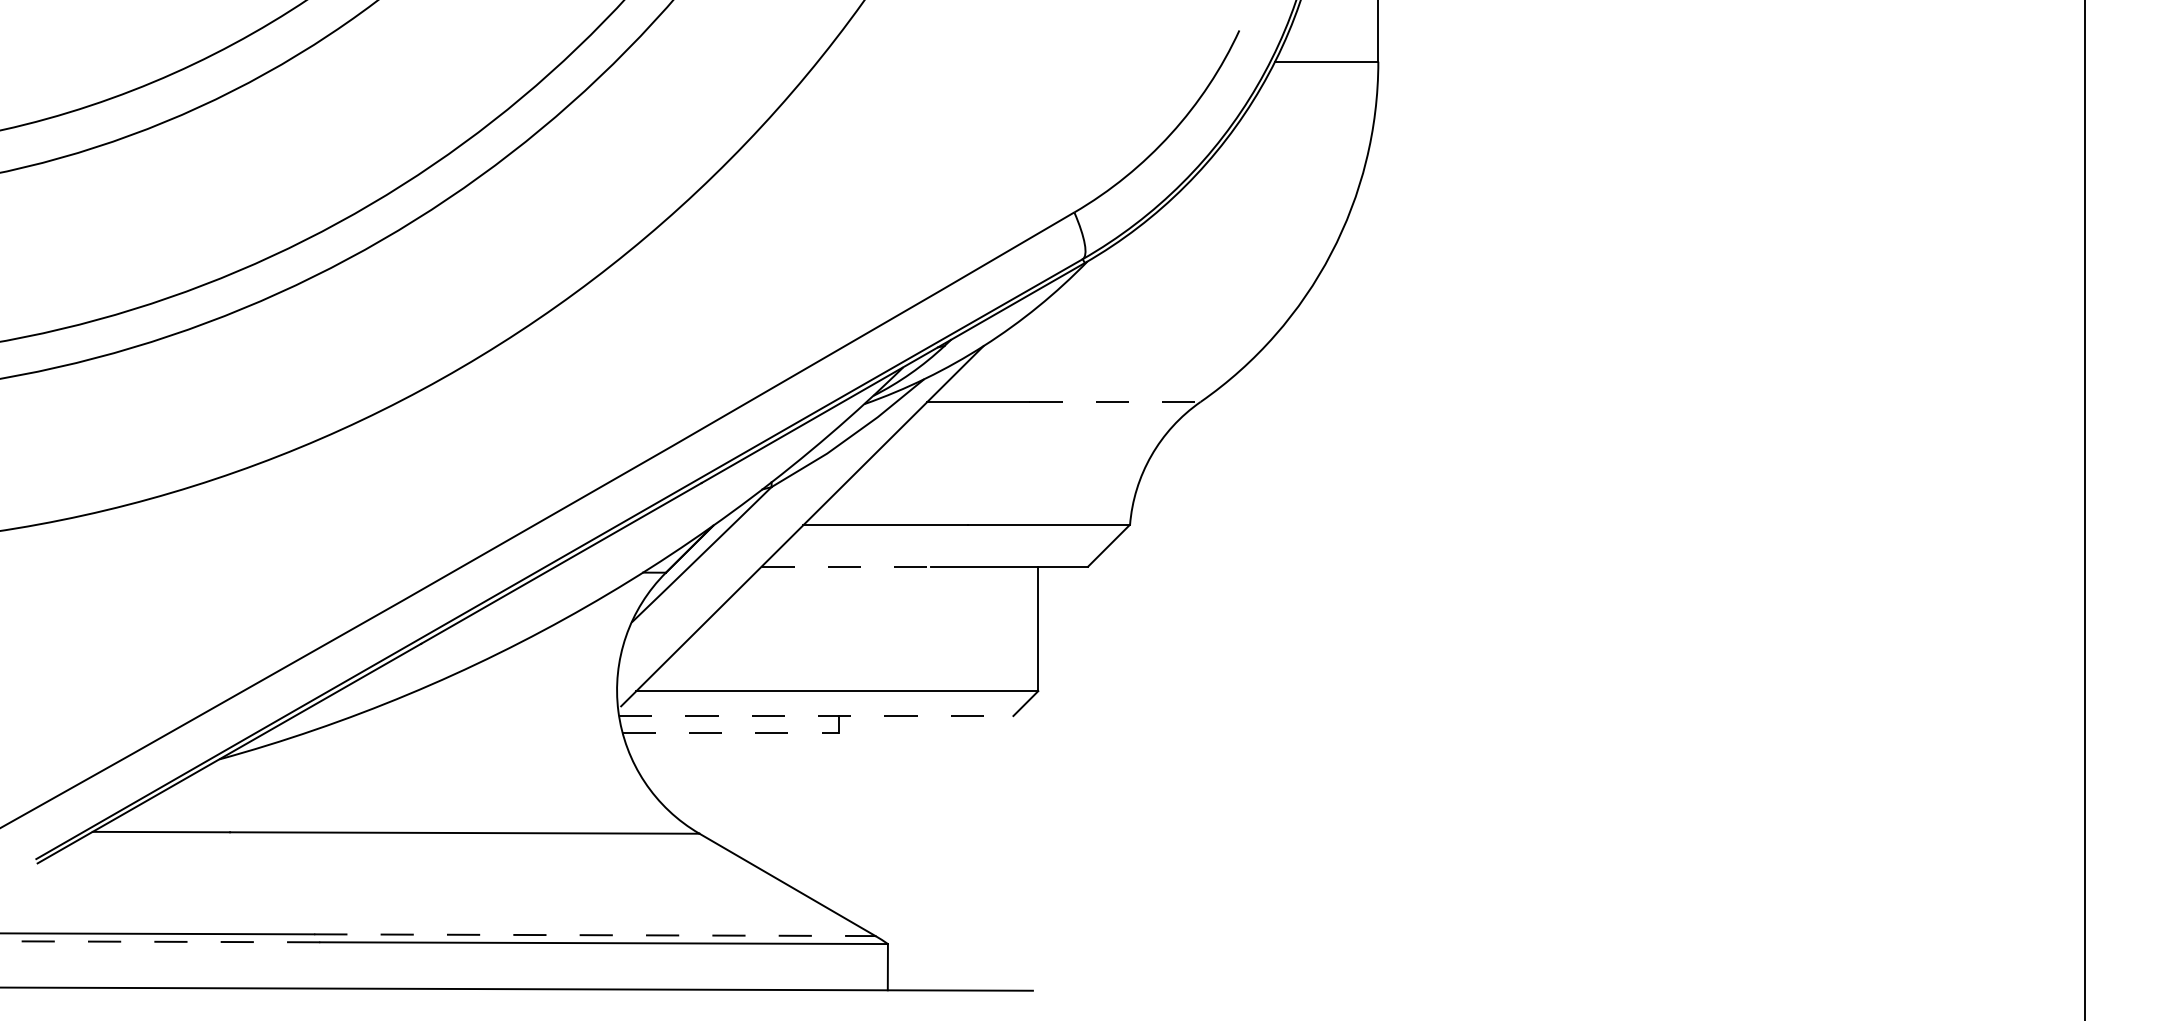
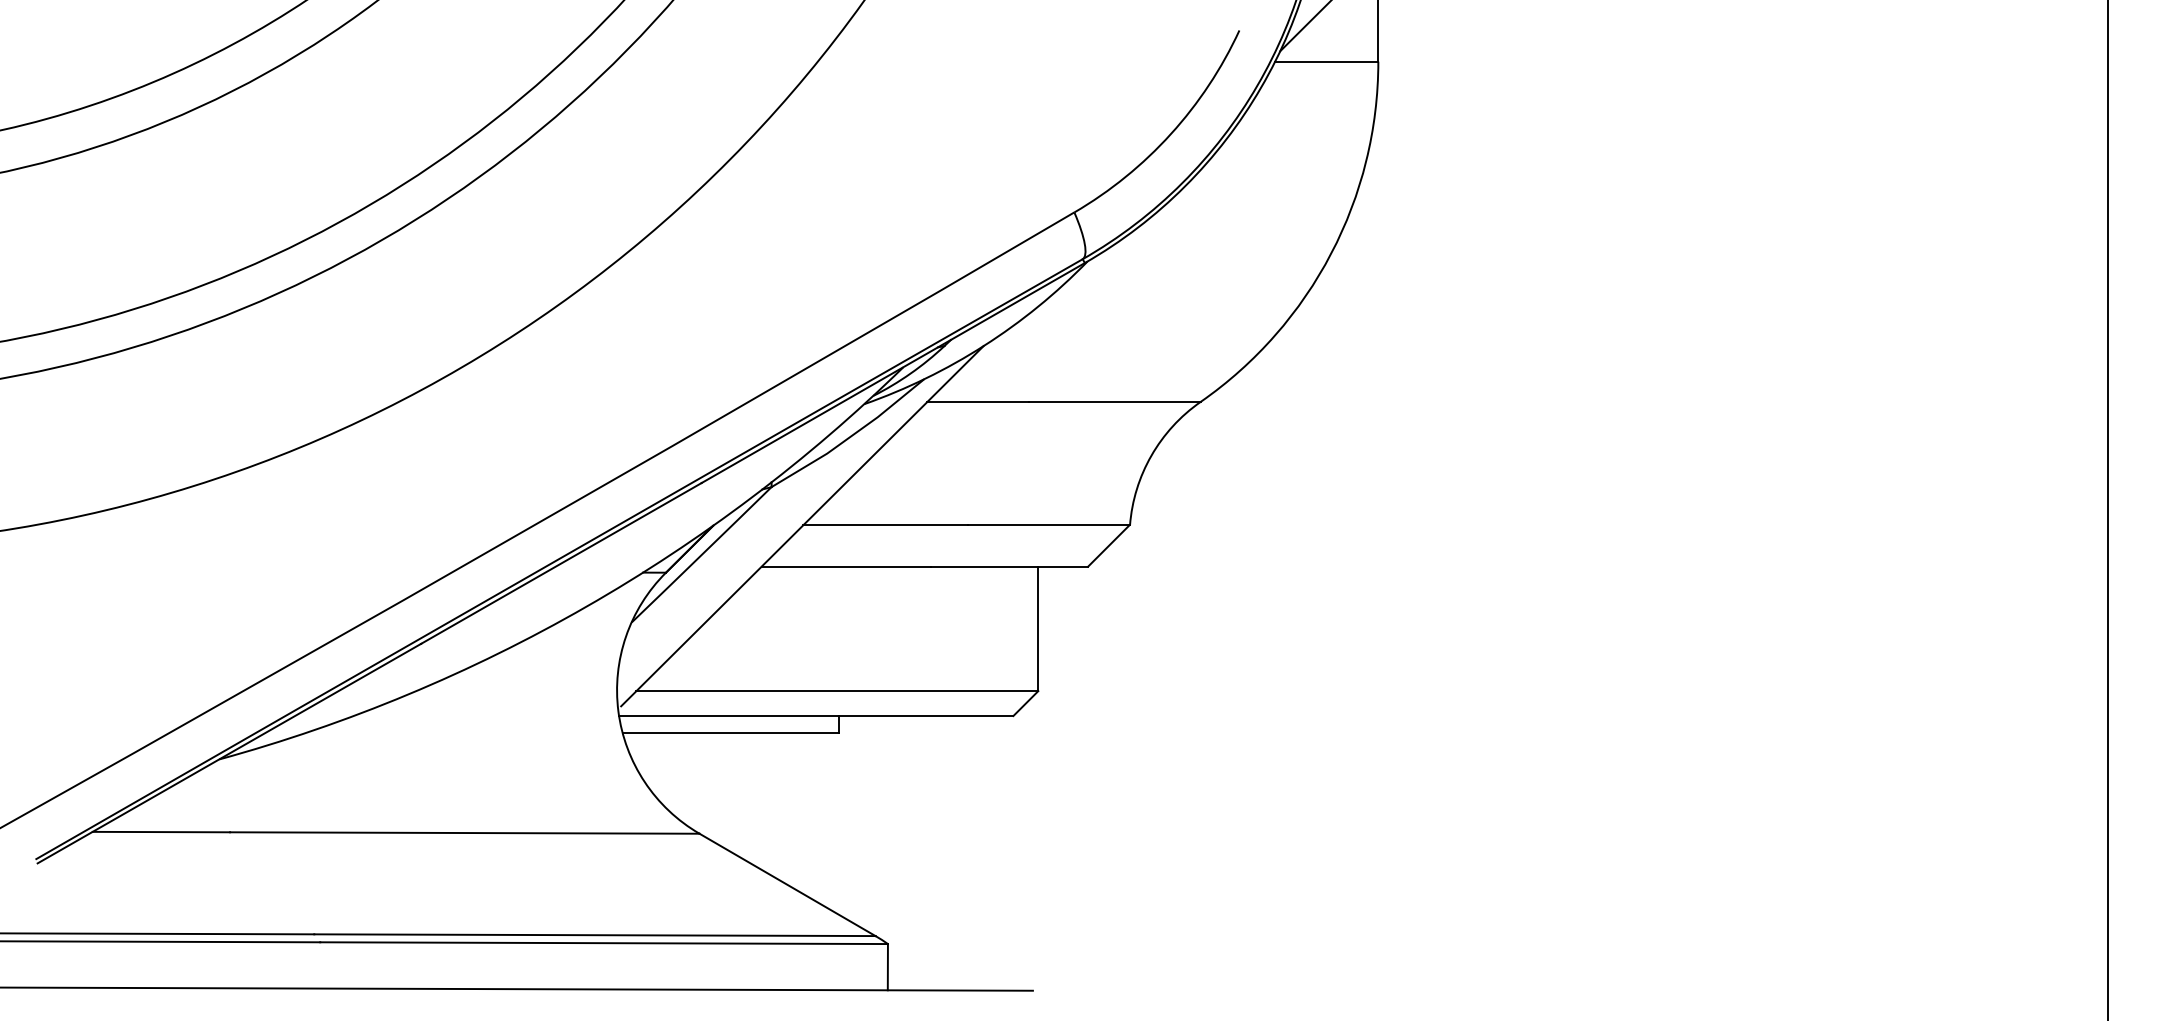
line at (1304, 26): none -> present
line at (1115, 401): dashed -> solid
line at (2084, 509) position: (2084, 509) -> (2107, 509)
line at (846, 566): dashed -> solid
line at (816, 716): dashed -> solid
line at (731, 732): dashed -> solid
line at (594, 935): dashed -> solid
line at (160, 941): dashed -> solid
